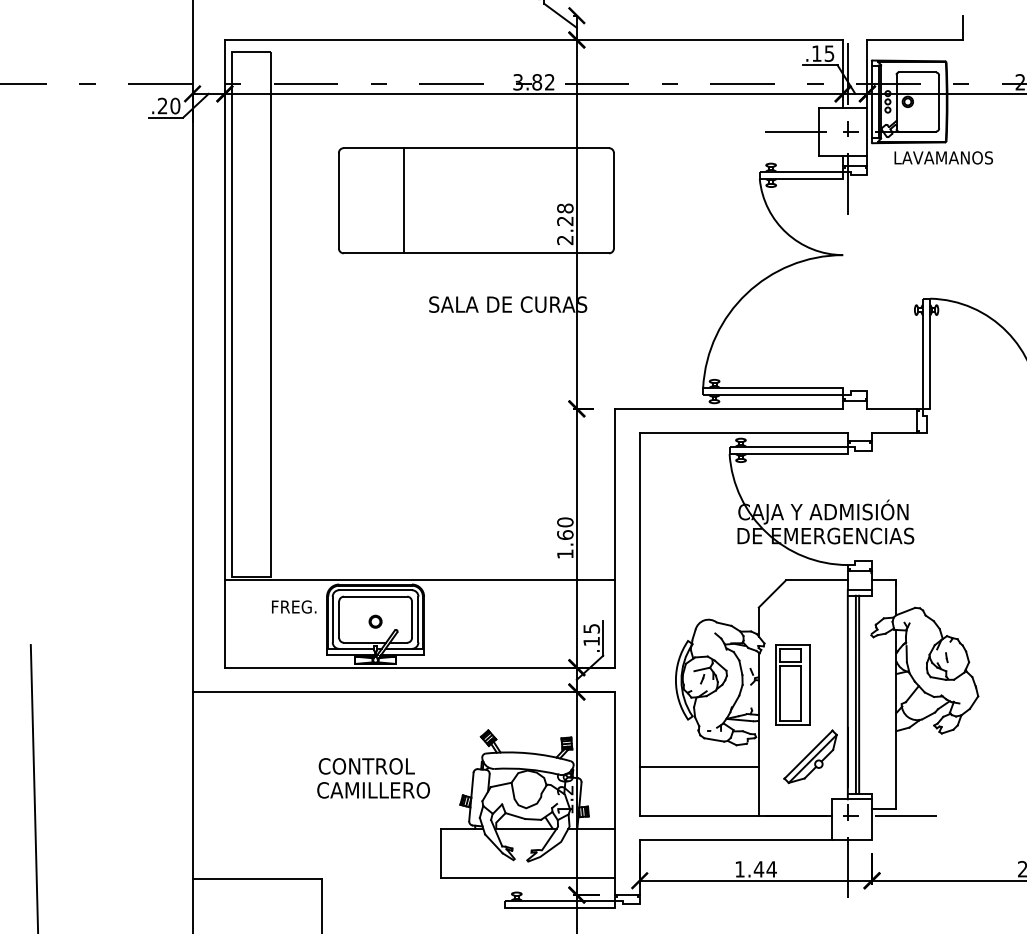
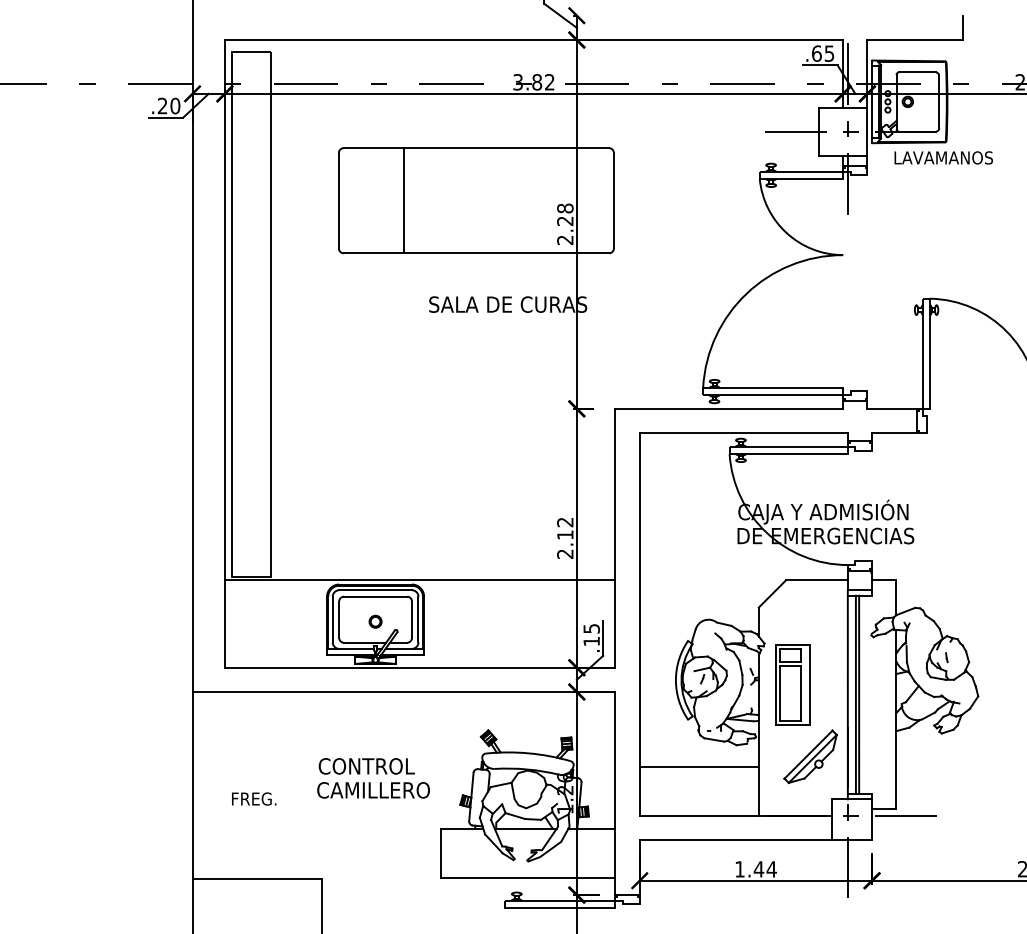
text at (816, 53): .15 -> .65
text at (565, 537): 1.60 -> 2.12
text at (294, 606) position: (294, 606) -> (254, 798)
line at (34, 787): present -> none
